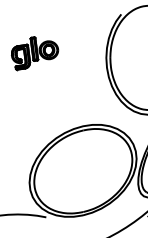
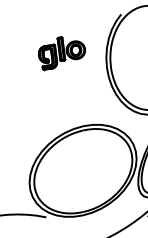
part at (35, 53) position: (35, 53) -> (62, 53)
